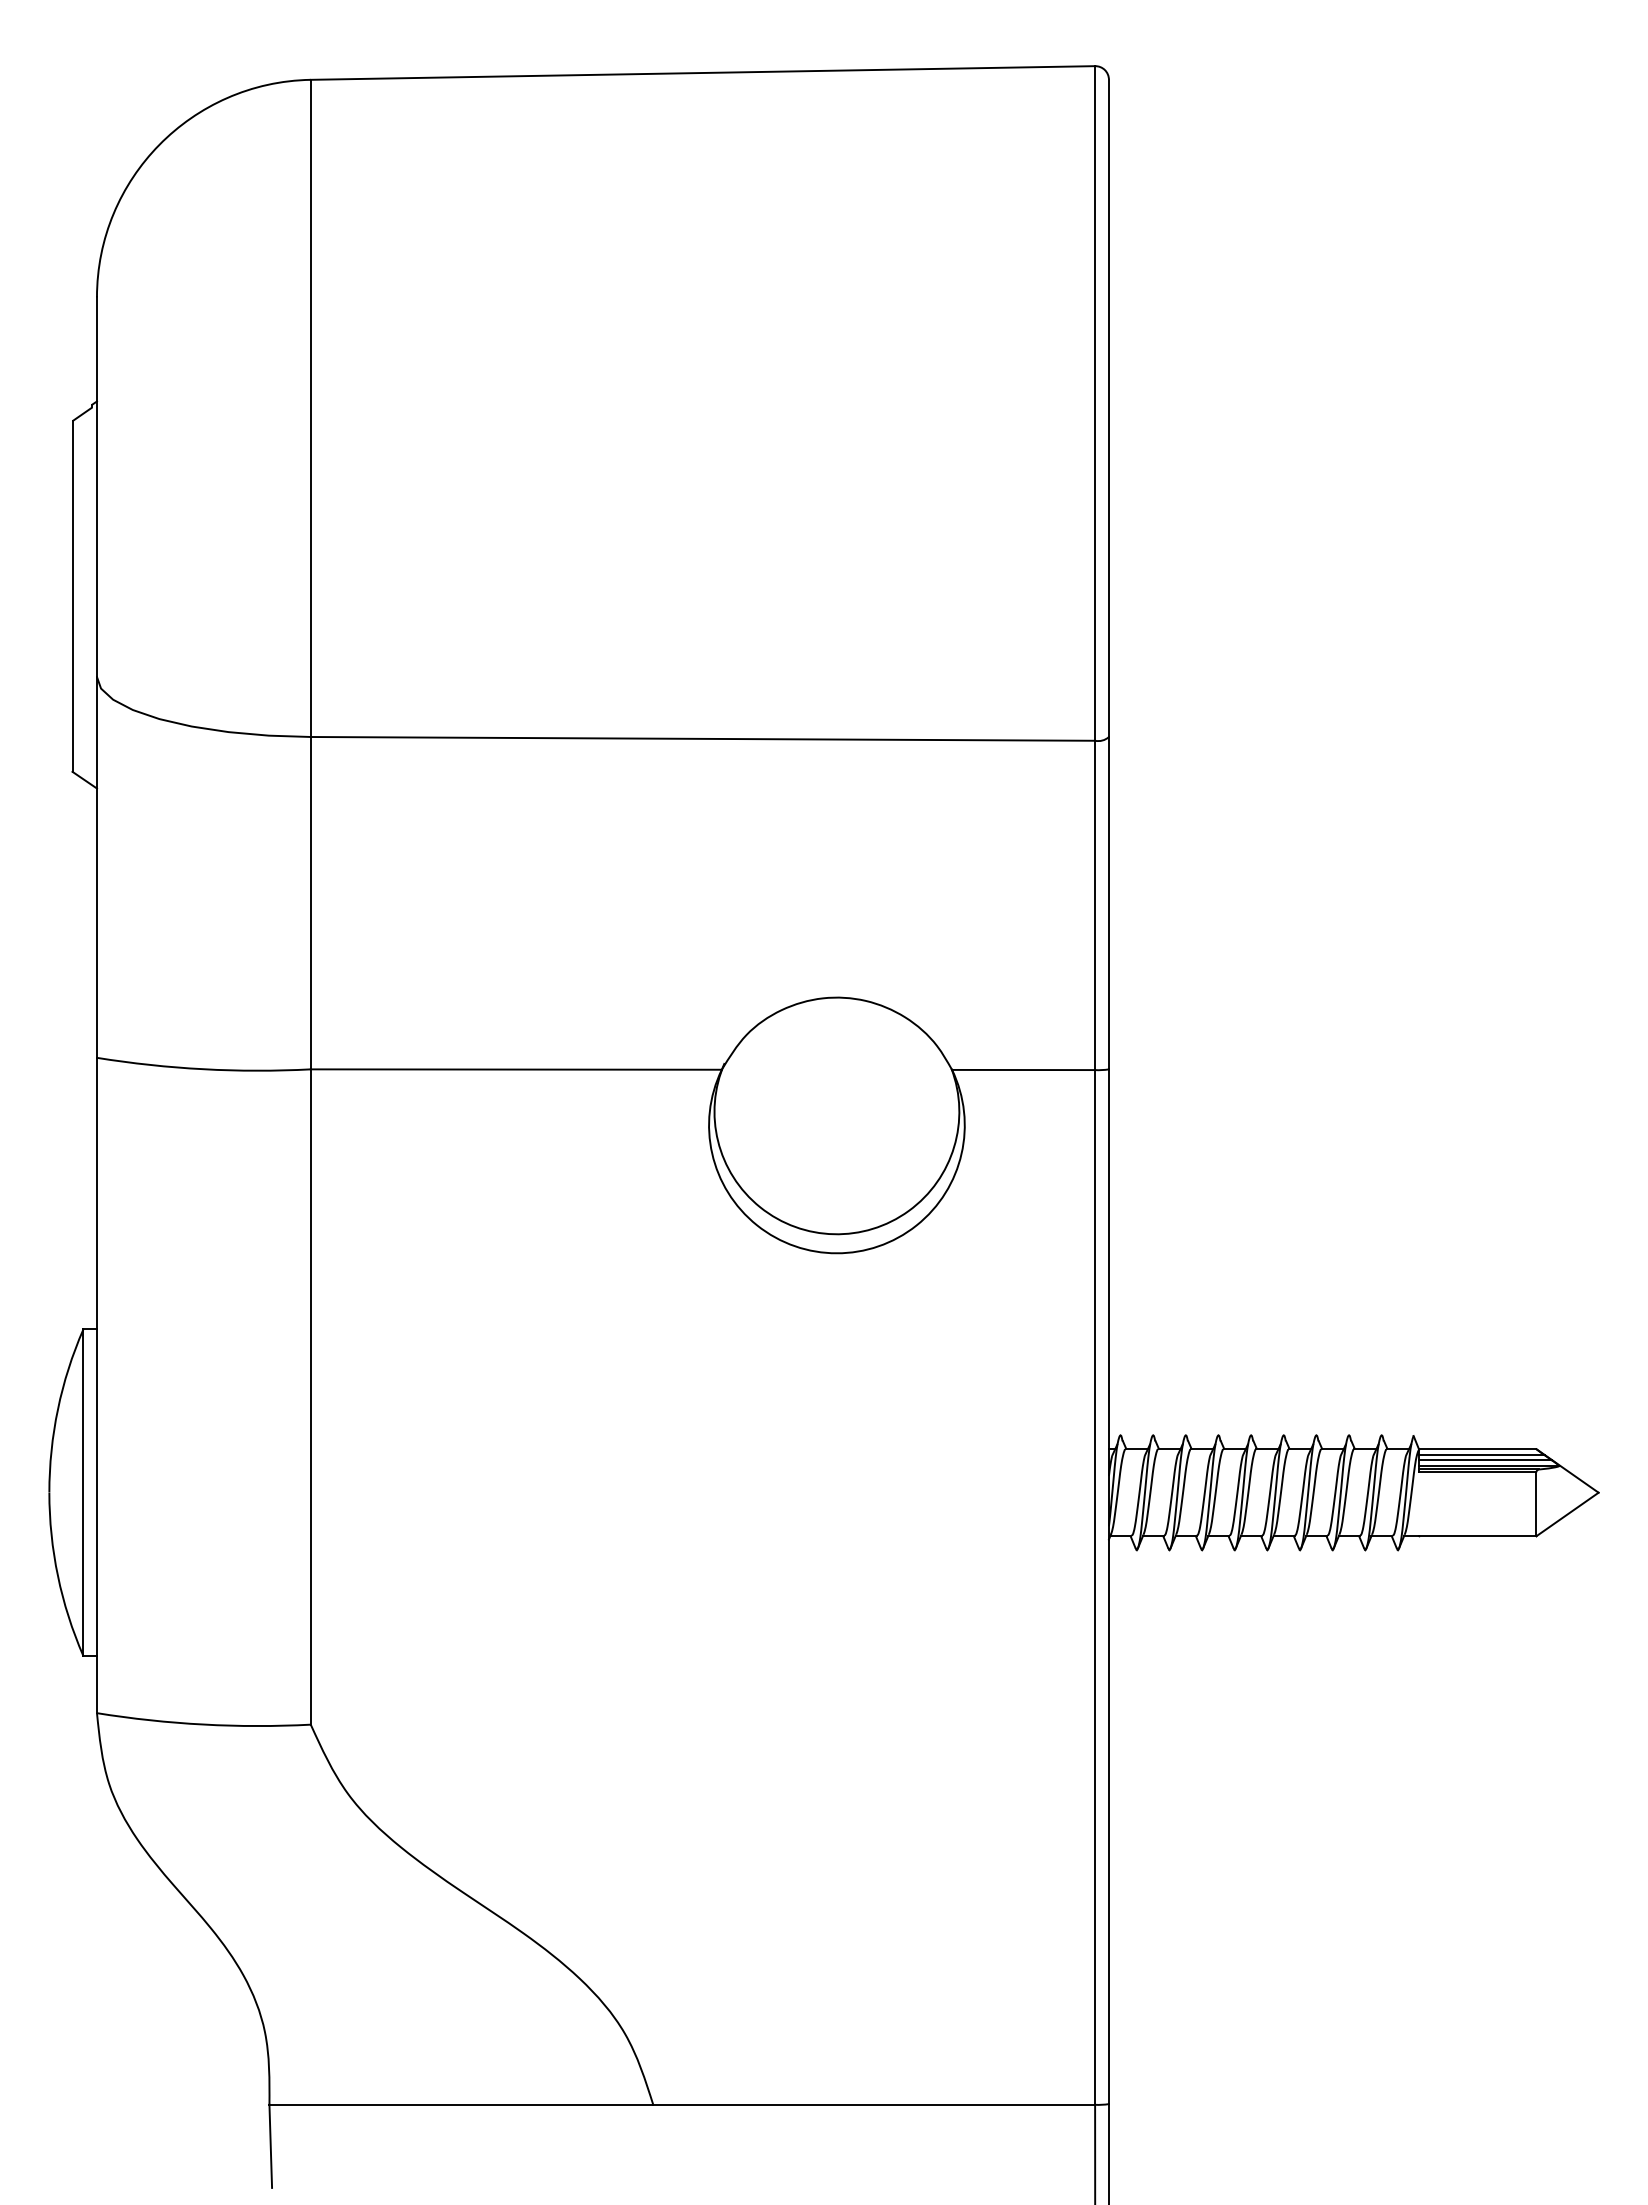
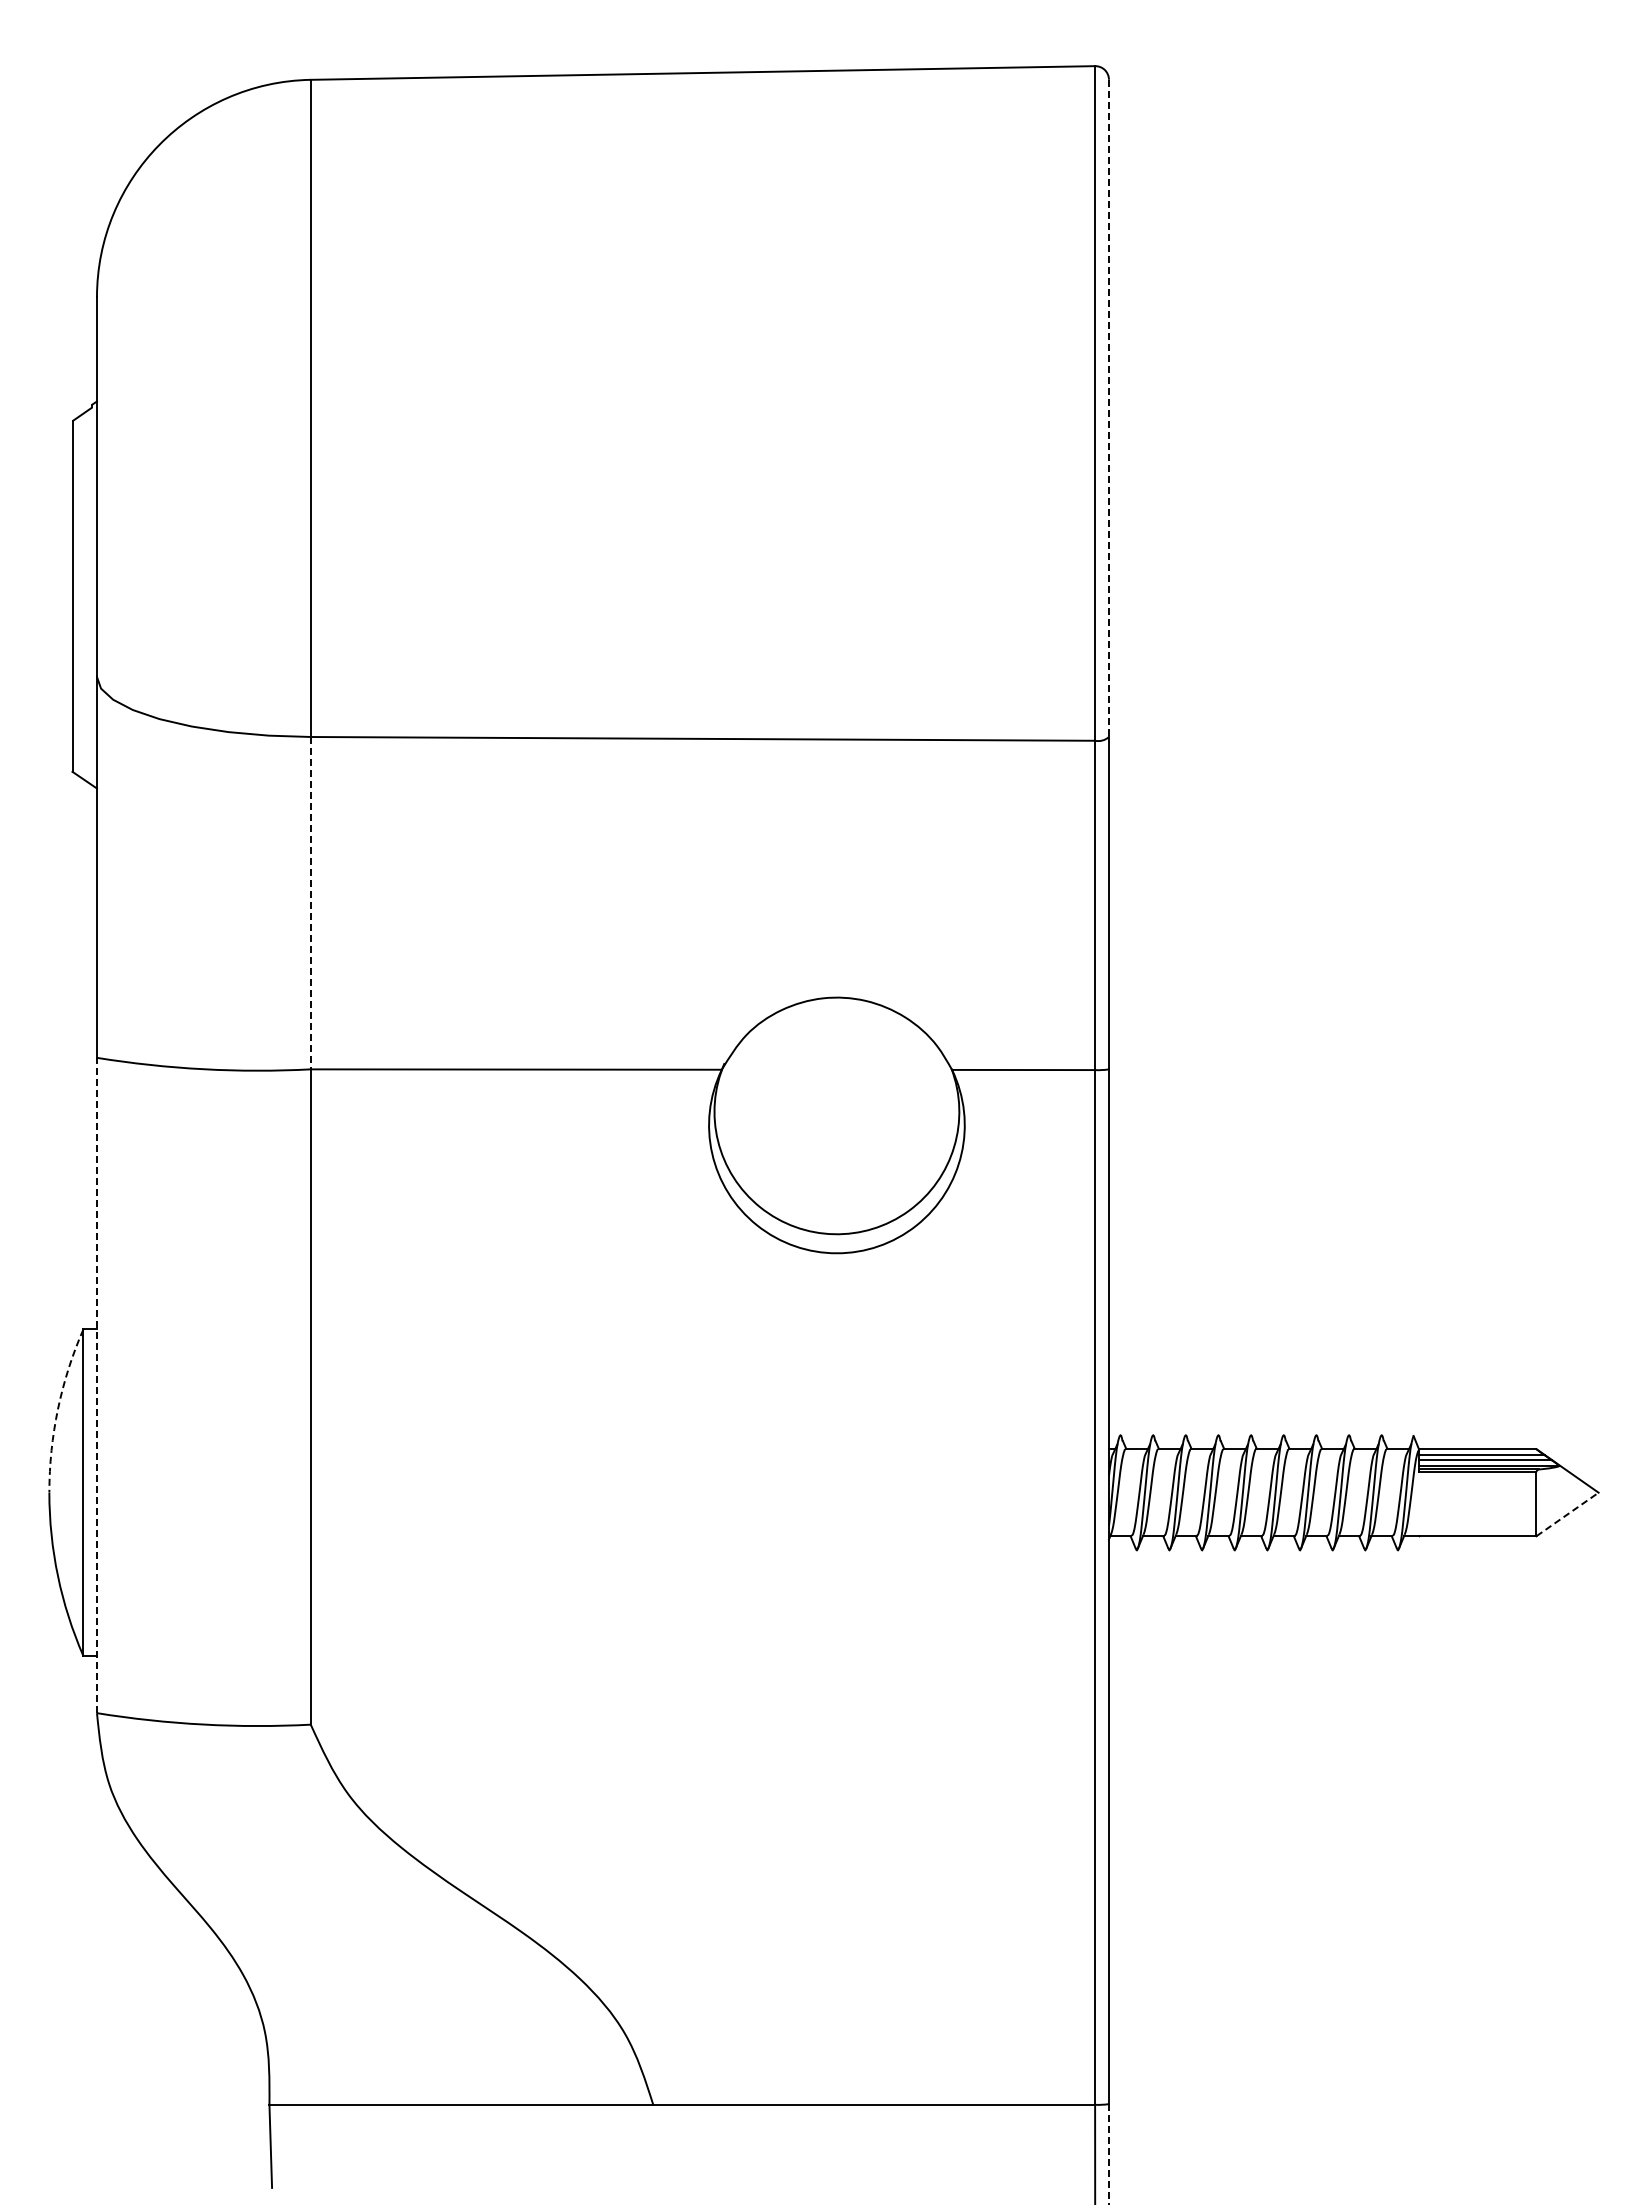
line at (1108, 408): solid -> dashed
line at (310, 903): solid -> dashed
line at (96, 1385): solid -> dashed
arc at (57, 1409): solid -> dashed
line at (1567, 1514): solid -> dashed
line at (1108, 2154): solid -> dashed
